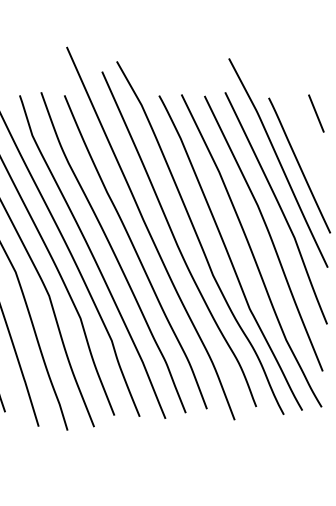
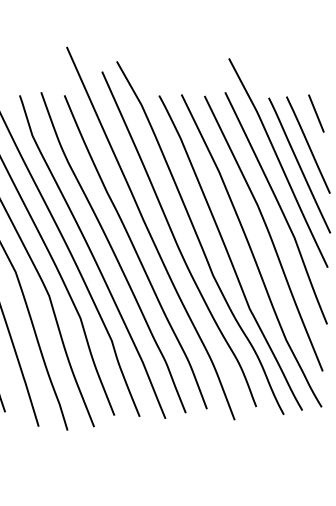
line at (308, 144): none -> present
